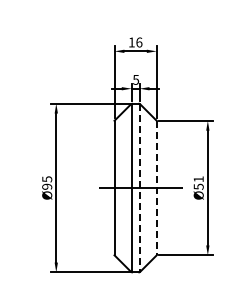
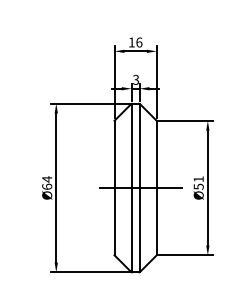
text at (136, 78): 5 -> 3
text at (47, 182): Ø95 -> Ø64
line at (139, 188): dashed -> solid
line at (156, 188): dashed -> solid
